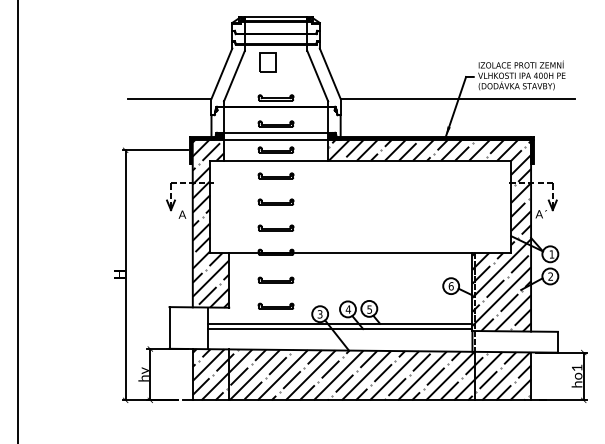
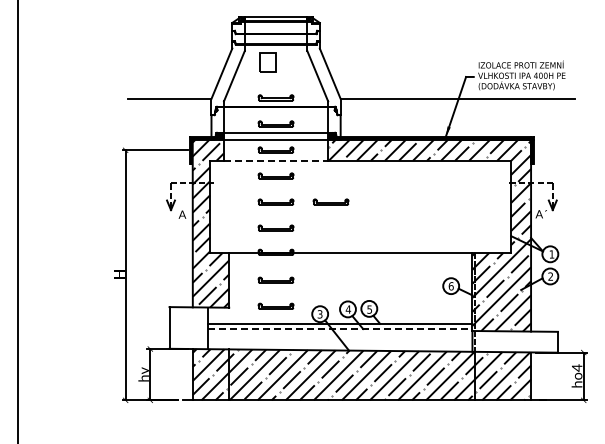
line at (276, 160): solid -> dashed
part at (330, 201): none -> present
line at (340, 329): solid -> dashed
text at (577, 367): ho1 -> ho4
